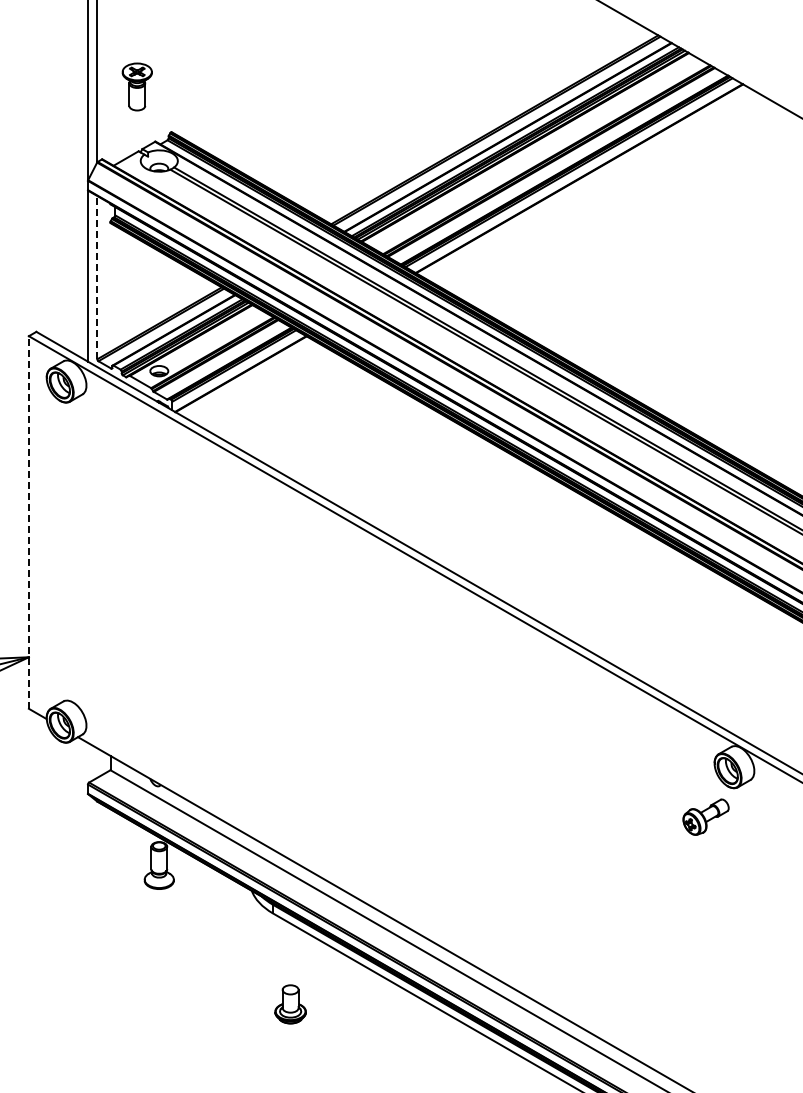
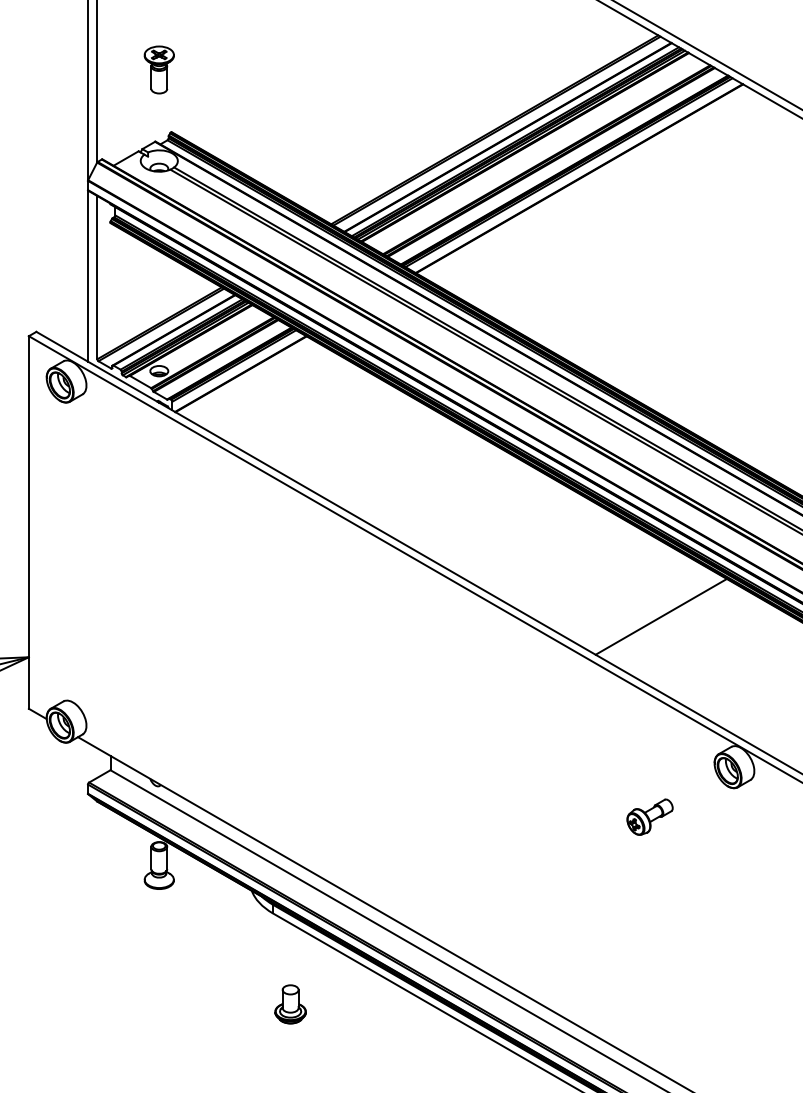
line at (707, 55): none -> present
part at (136, 86) position: (136, 86) -> (158, 69)
line at (97, 277): dashed -> solid
line at (28, 522): dashed -> solid
line at (660, 616): none -> present
part at (705, 816) position: (705, 816) -> (649, 816)
